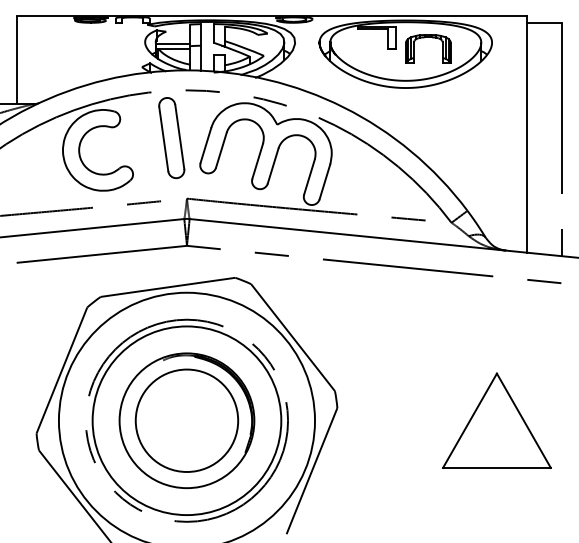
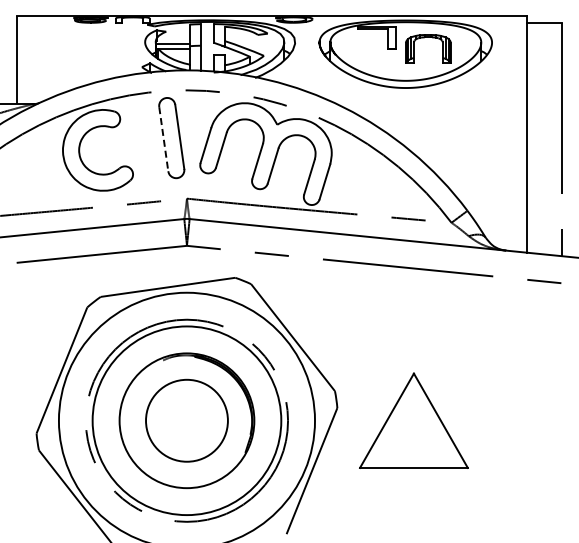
line at (163, 139): solid -> dashed
circle at (186, 420) diameter: 102 px -> 82 px
part at (496, 420) position: (496, 420) -> (413, 420)
